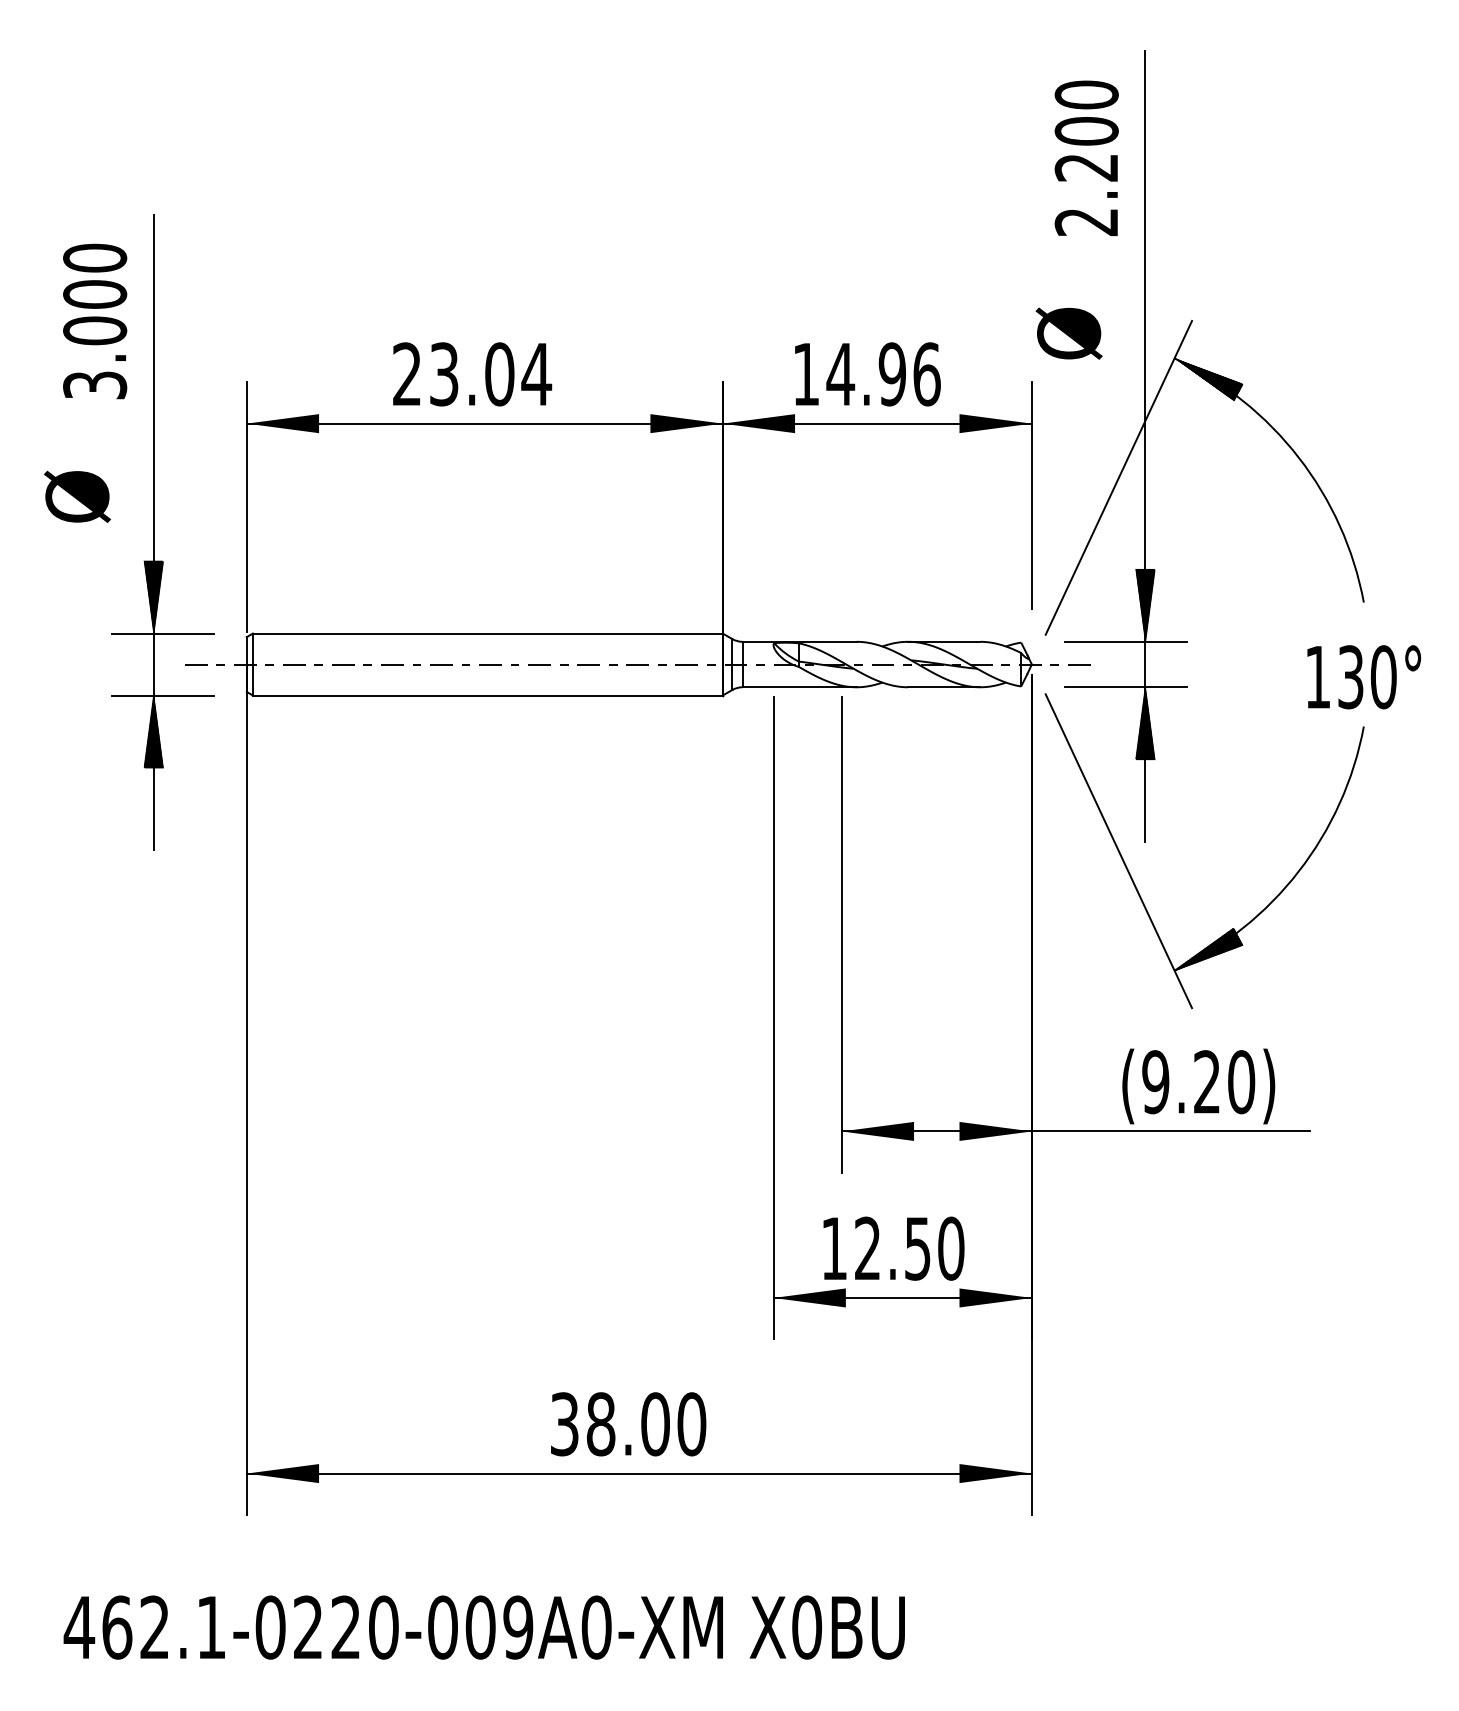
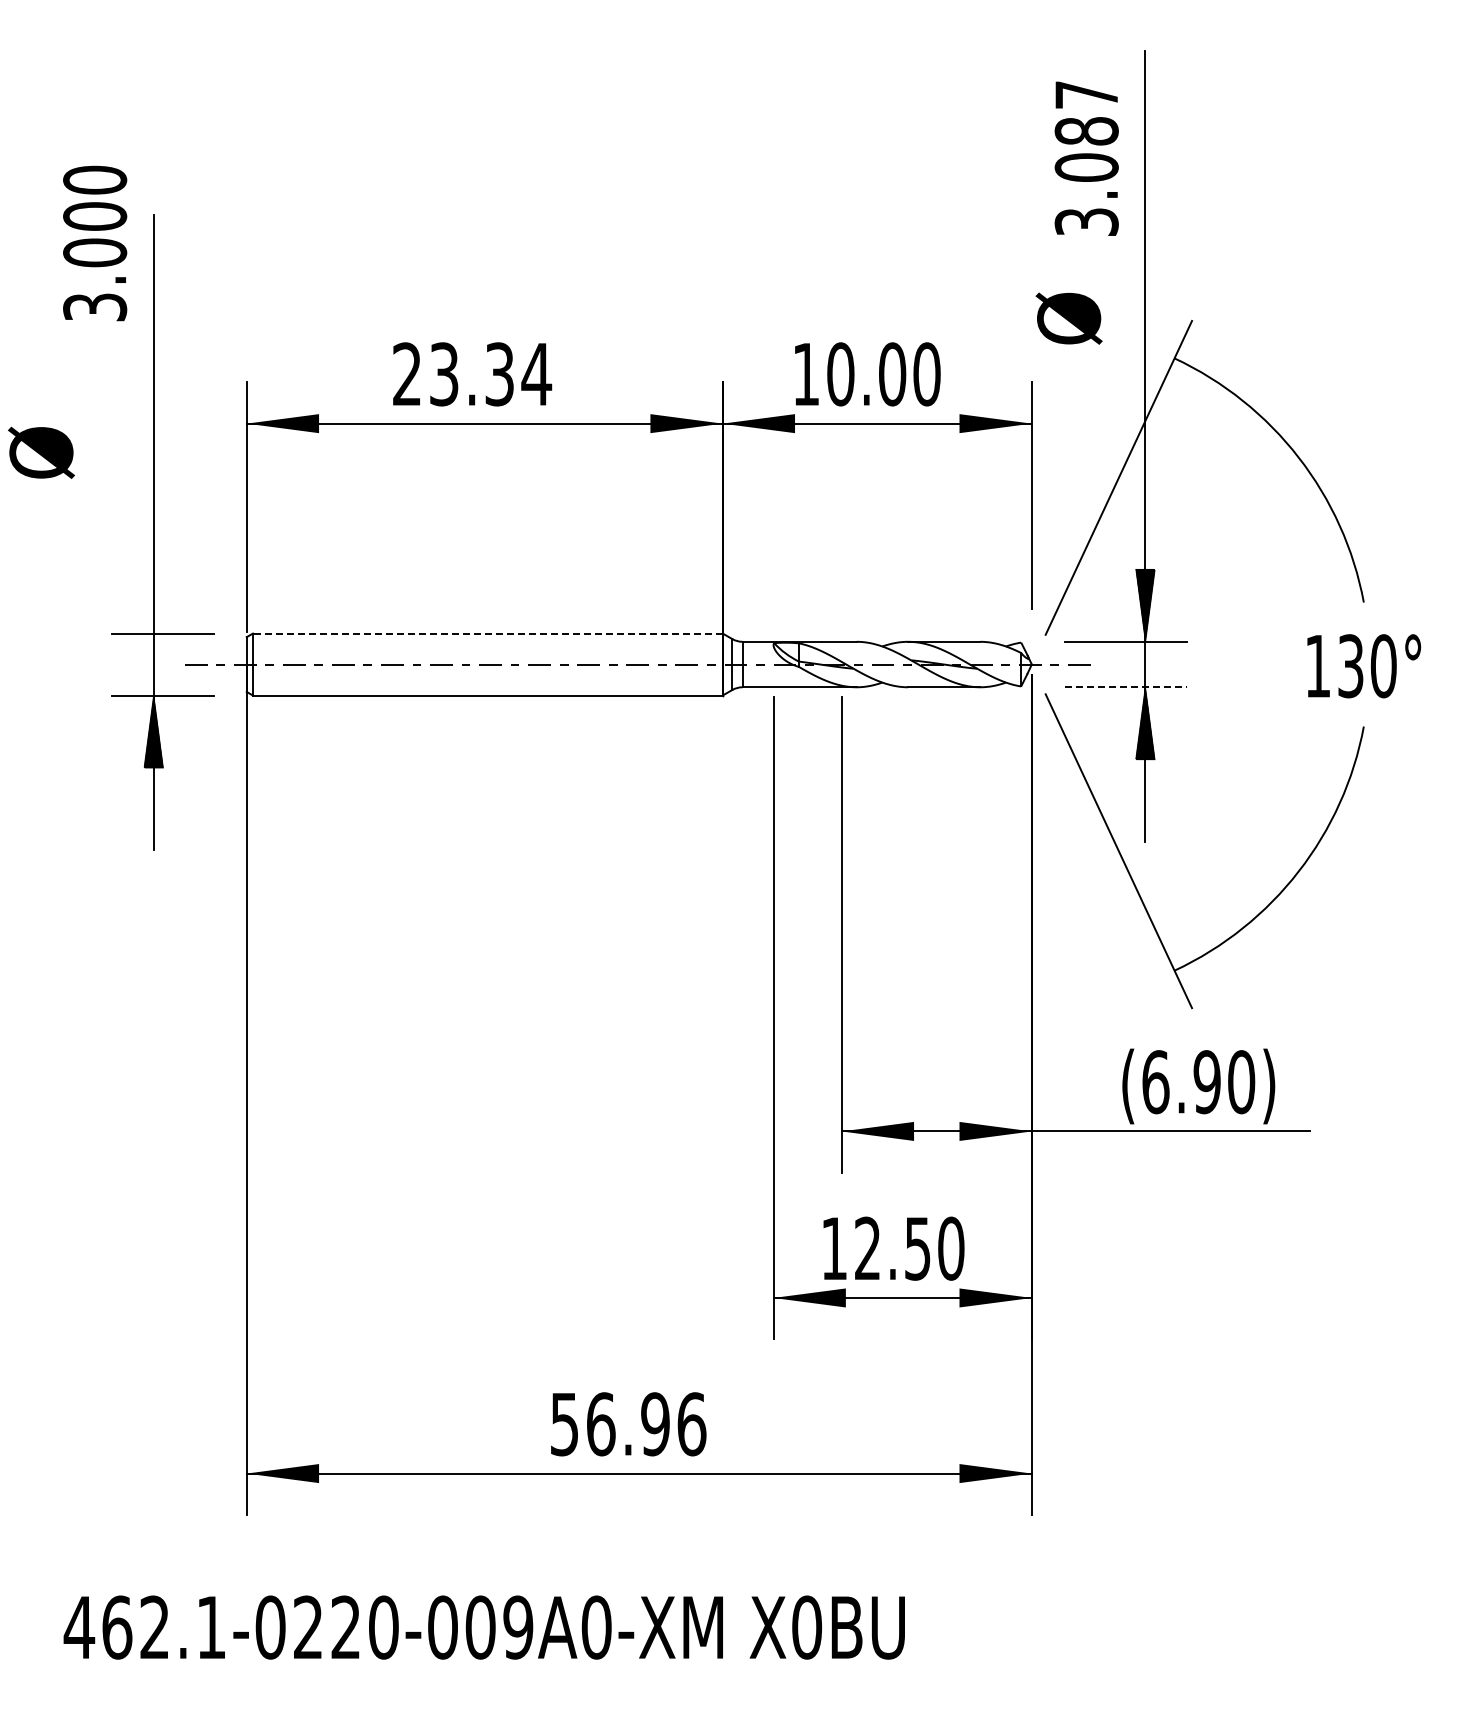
text at (1086, 158): 2.200 -> 3.087
text at (95, 321) position: (95, 321) -> (95, 243)
text at (1068, 333) position: (1068, 333) -> (1068, 318)
text at (499, 374): 23.04 -> 23.34
text at (883, 374): 14.96 -> 10.00
hatch at (1208, 379): present -> none
text at (77, 496) position: (77, 496) -> (41, 452)
hatch at (153, 597): present -> none
line at (487, 633): solid -> dashed
text at (1364, 677) position: (1364, 677) -> (1364, 666)
line at (1126, 687): solid -> dashed
hatch at (1208, 949): present -> none
text at (1181, 1082): (9.20) -> (6.90)
text at (628, 1424): 38.00 -> 56.96
